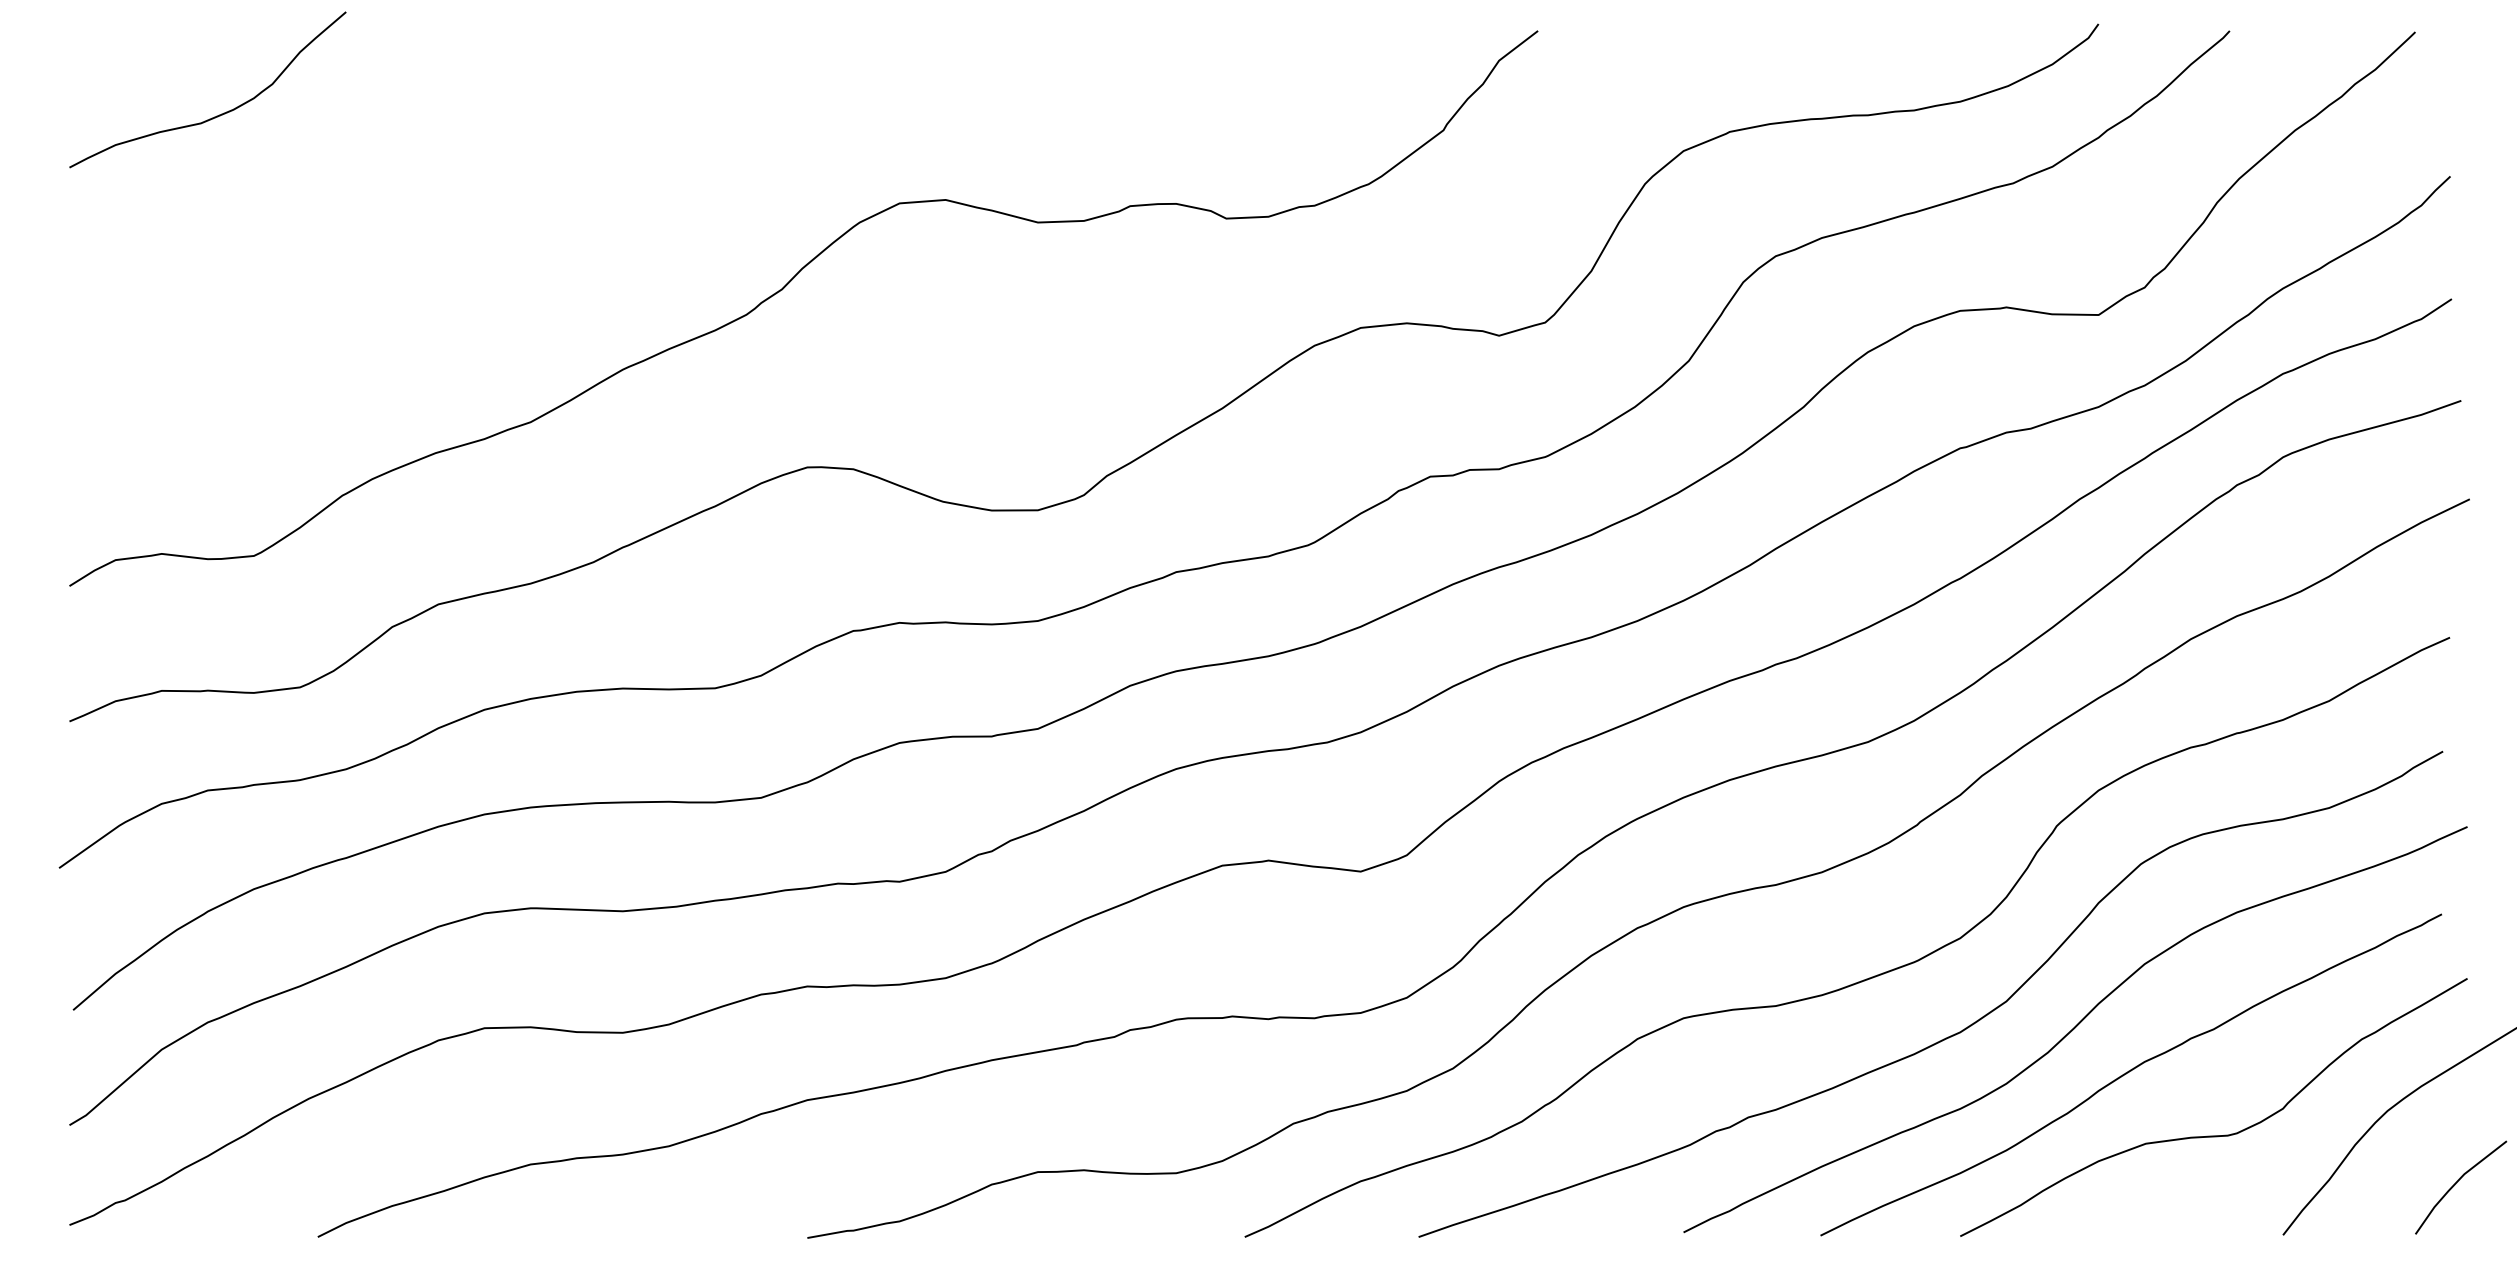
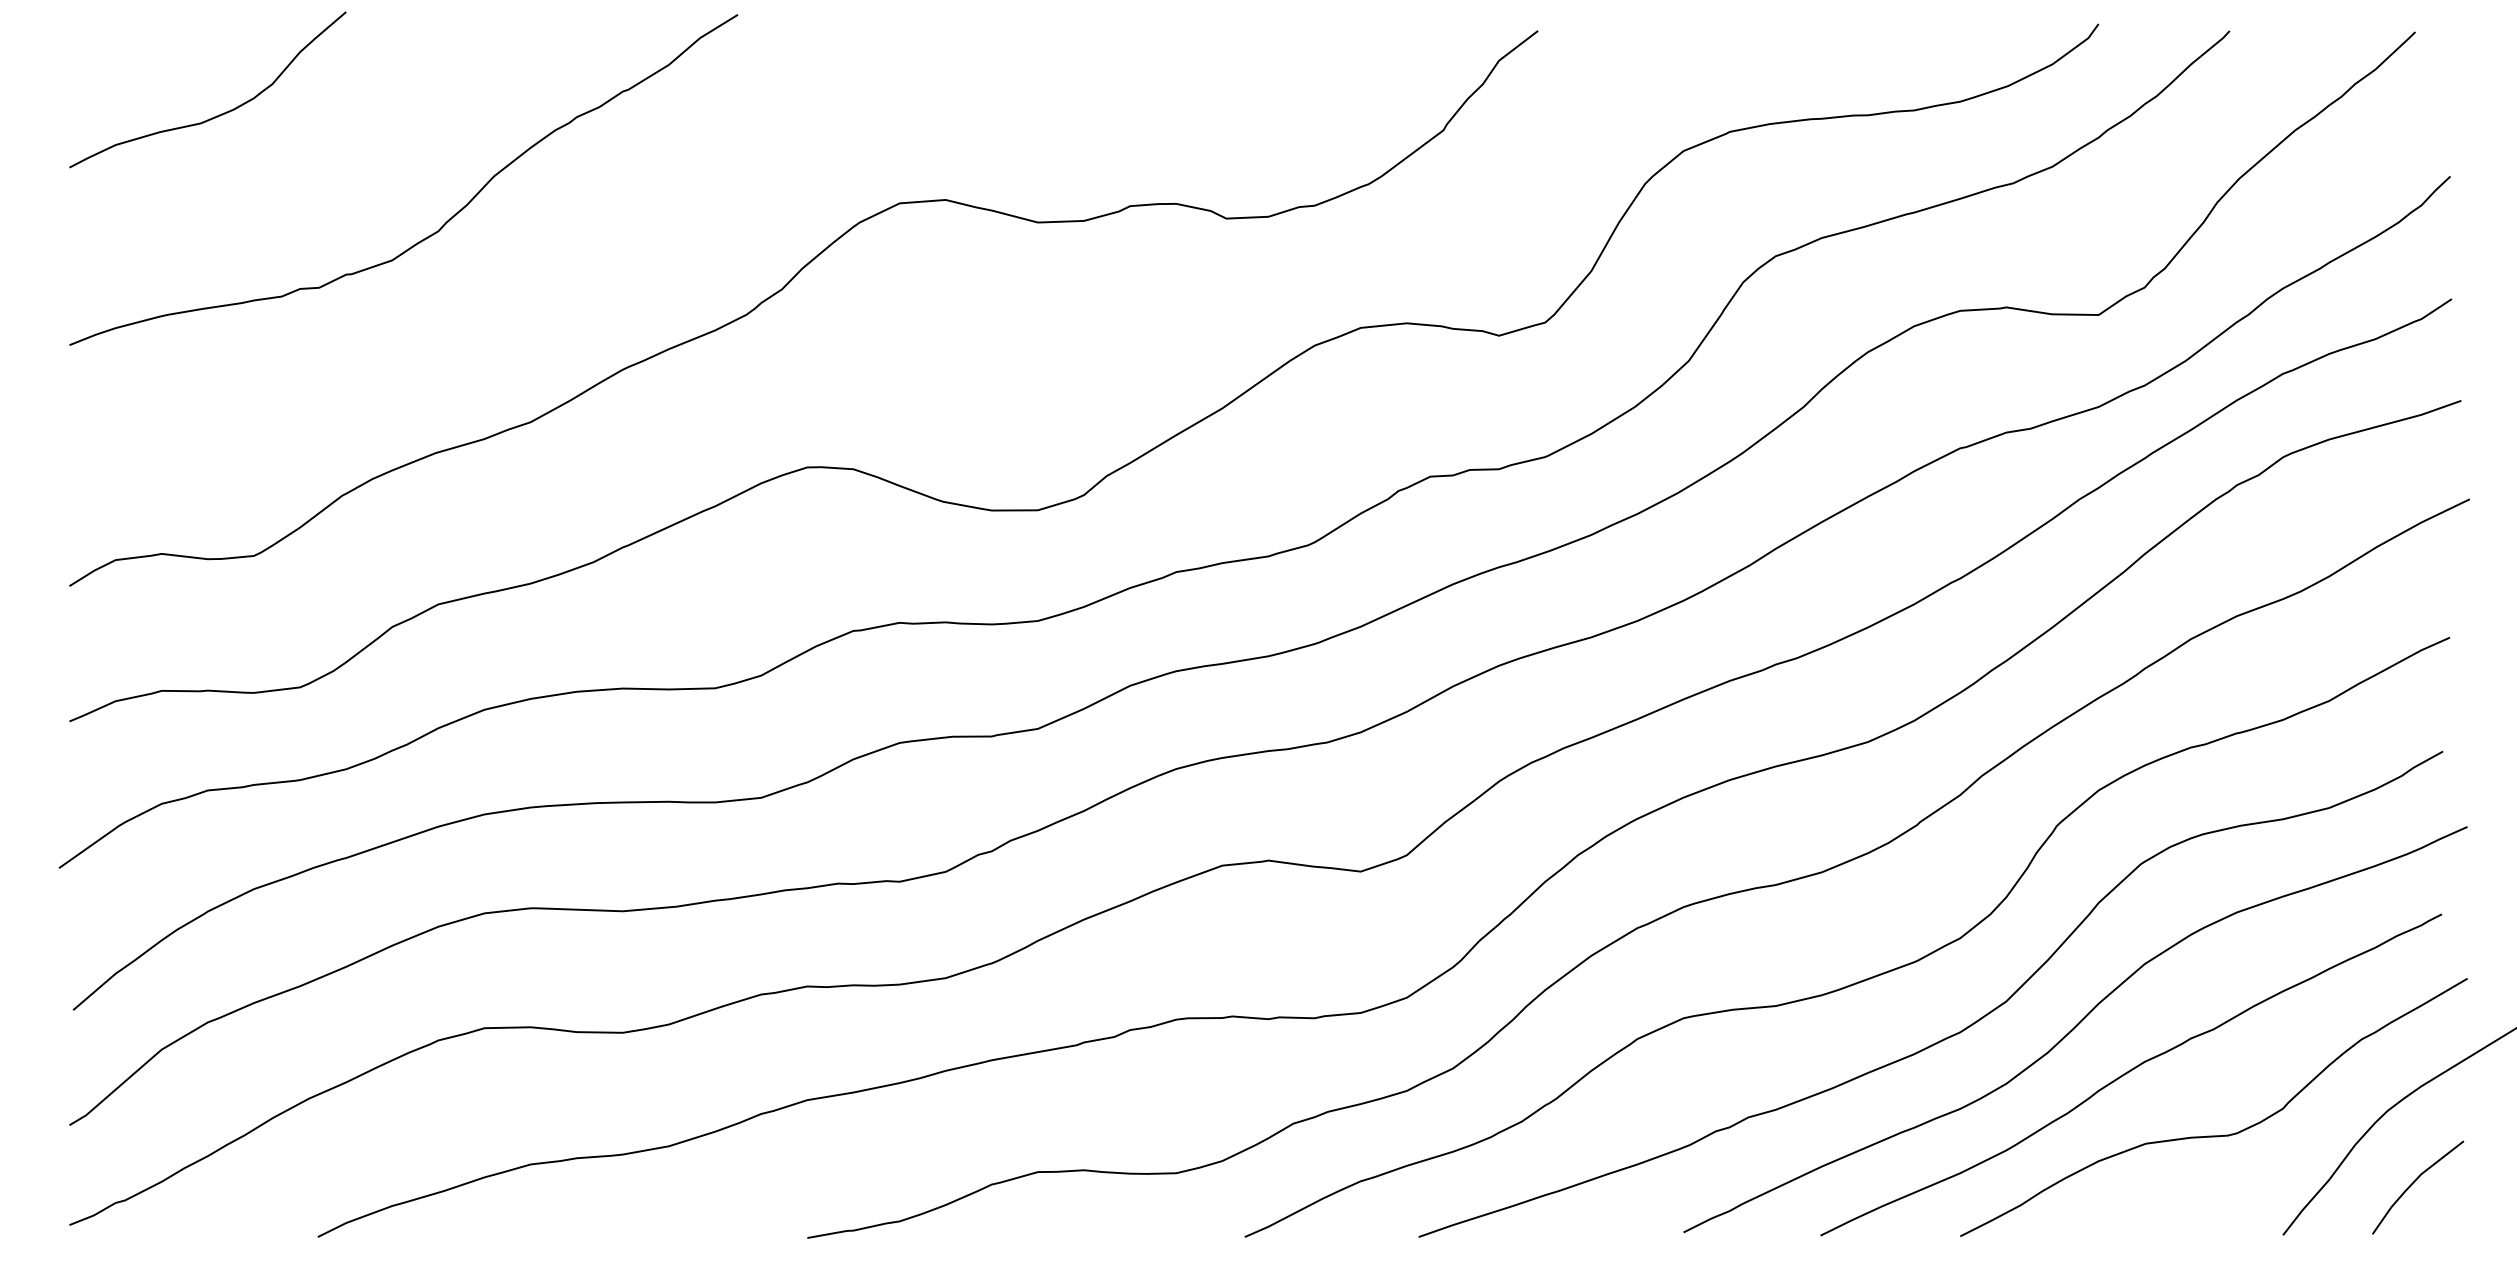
curve at (446, 221): none -> present
line at (2455, 1185) position: (2455, 1185) -> (2412, 1185)
